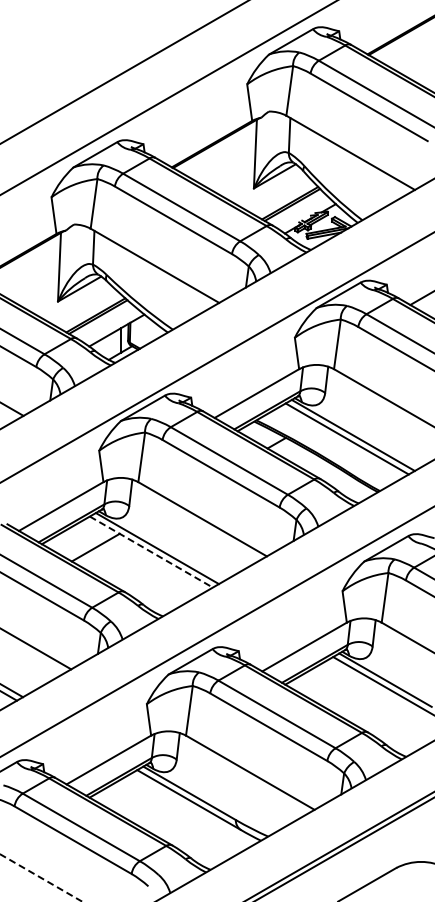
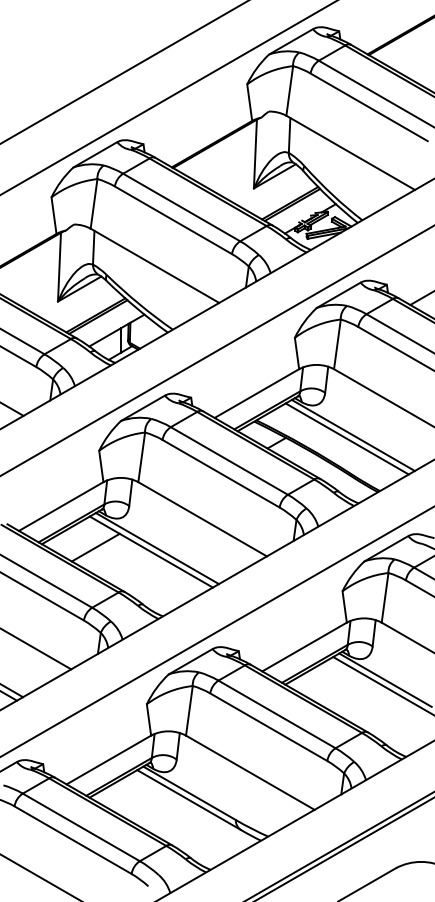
line at (216, 357) position: (216, 357) -> (216, 351)
line at (151, 552): dashed -> solid
line at (42, 878): dashed -> solid
